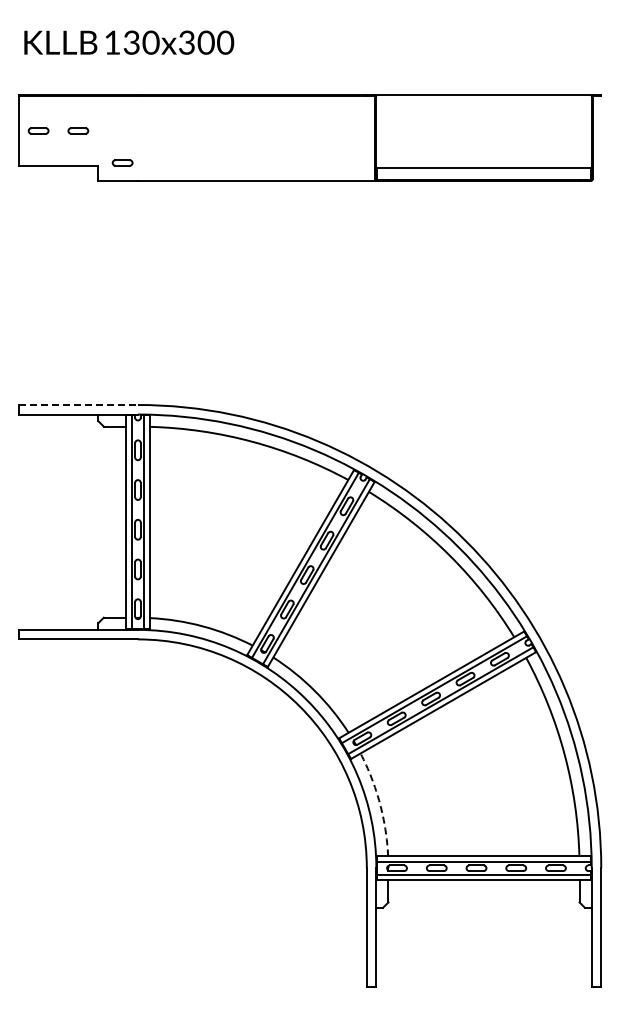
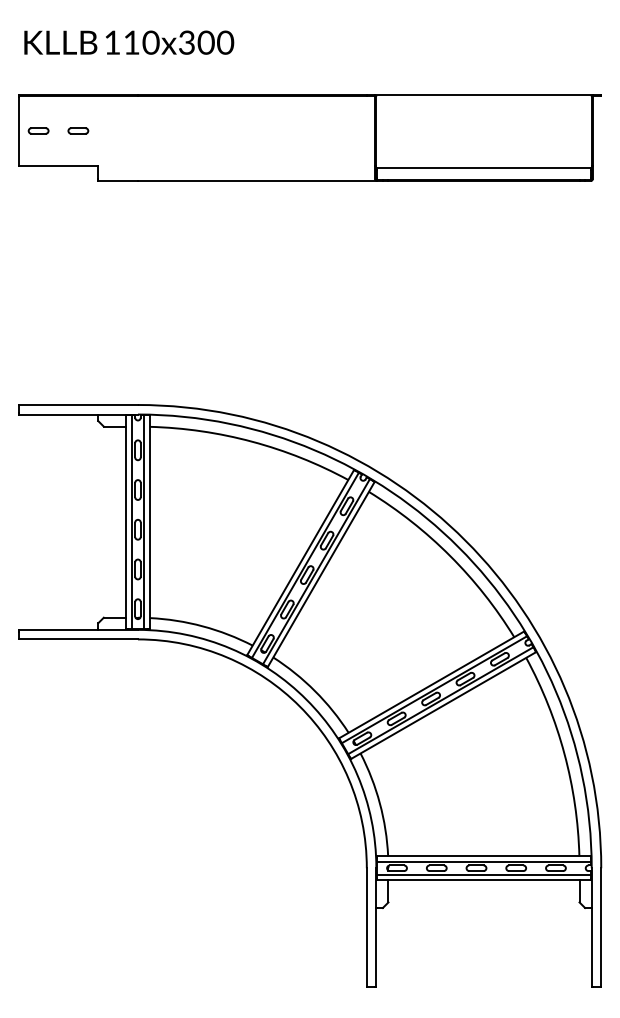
text at (131, 42): 130x300 -> 110x300
part at (122, 162): present -> none
line at (78, 405): dashed -> solid
arc at (379, 803): dashed -> solid
